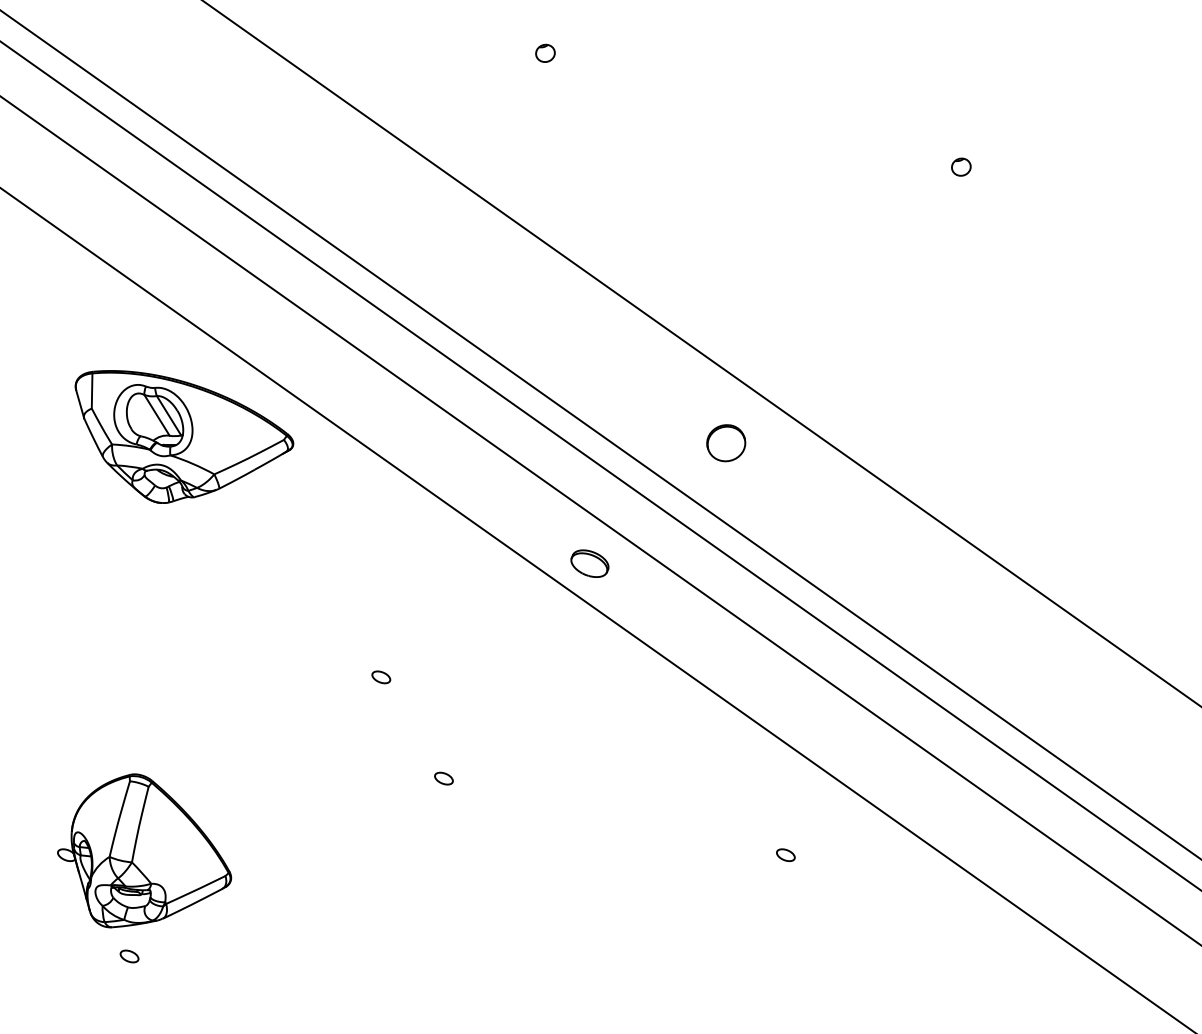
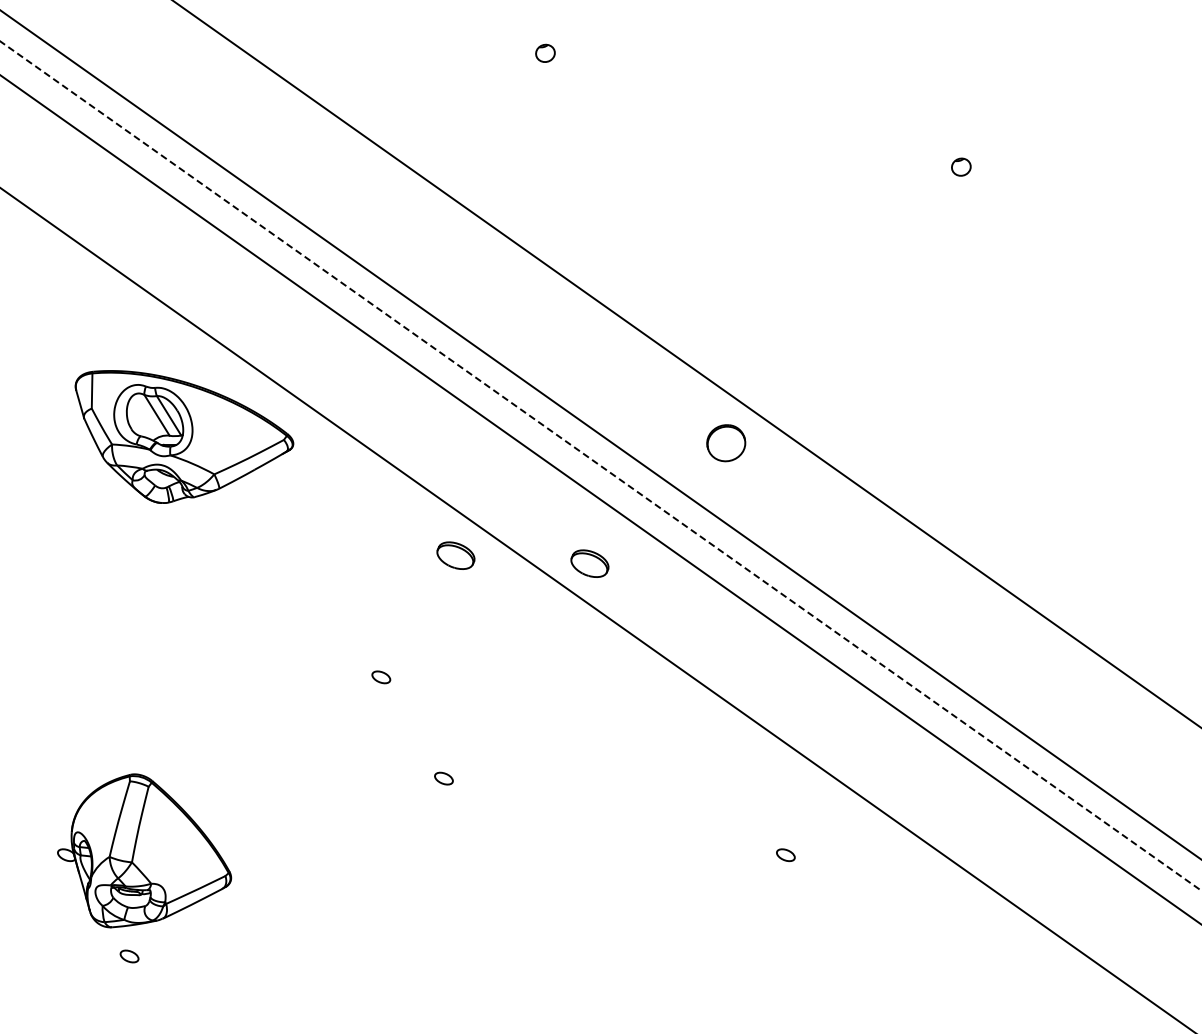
line at (701, 353) position: (701, 353) -> (686, 364)
line at (600, 466): solid -> dashed
line at (600, 520) position: (600, 520) -> (600, 499)
part at (455, 555): none -> present
